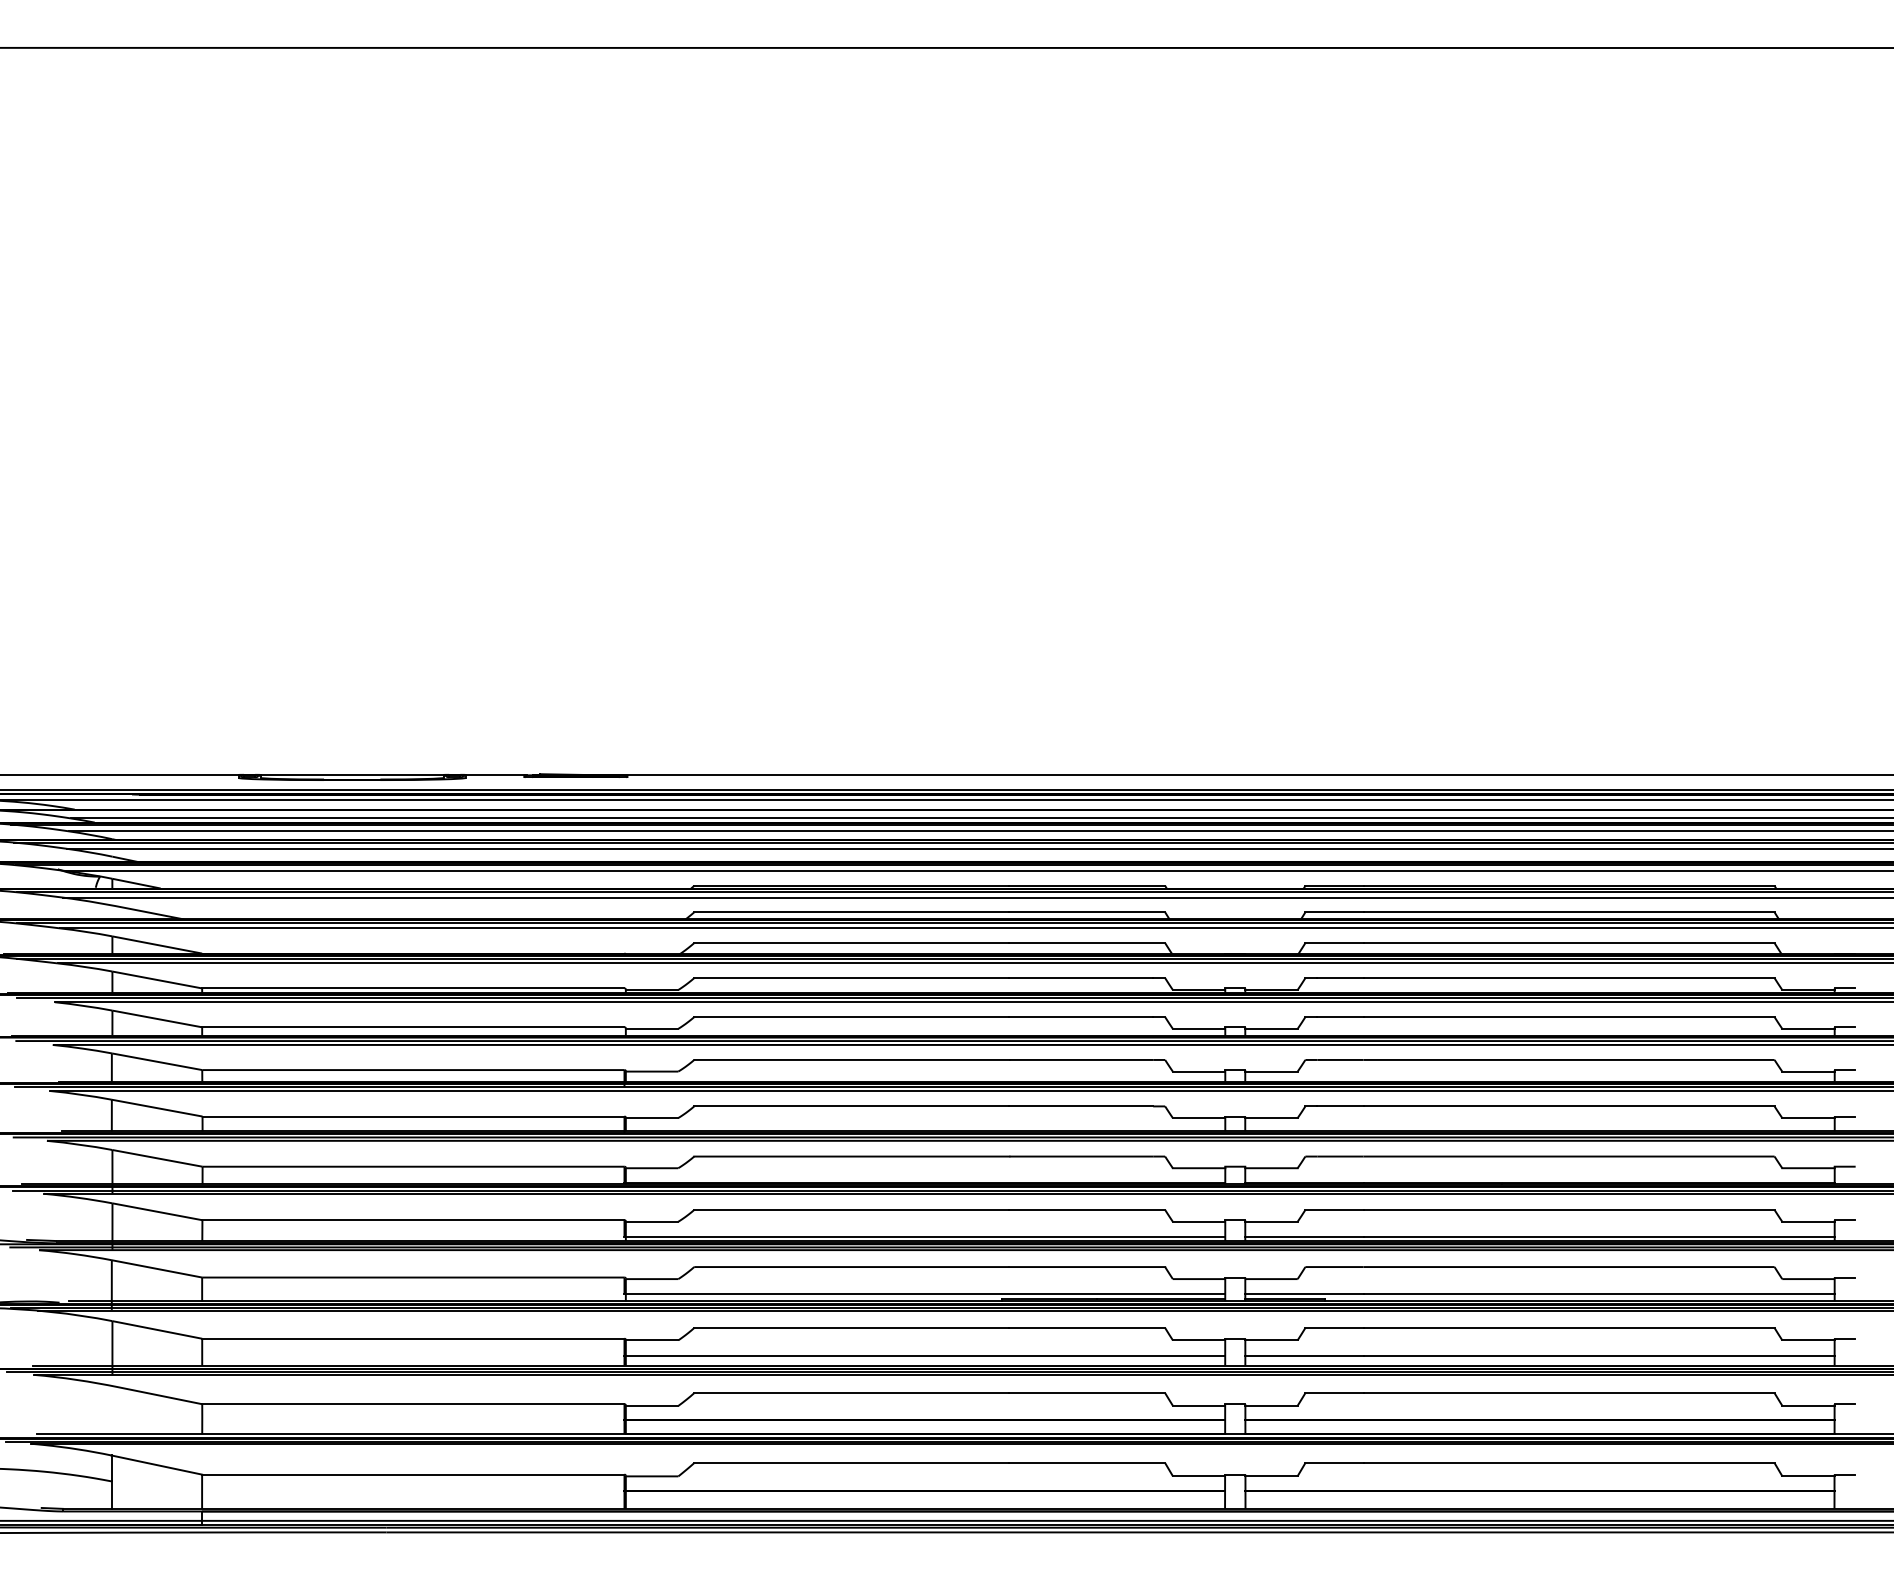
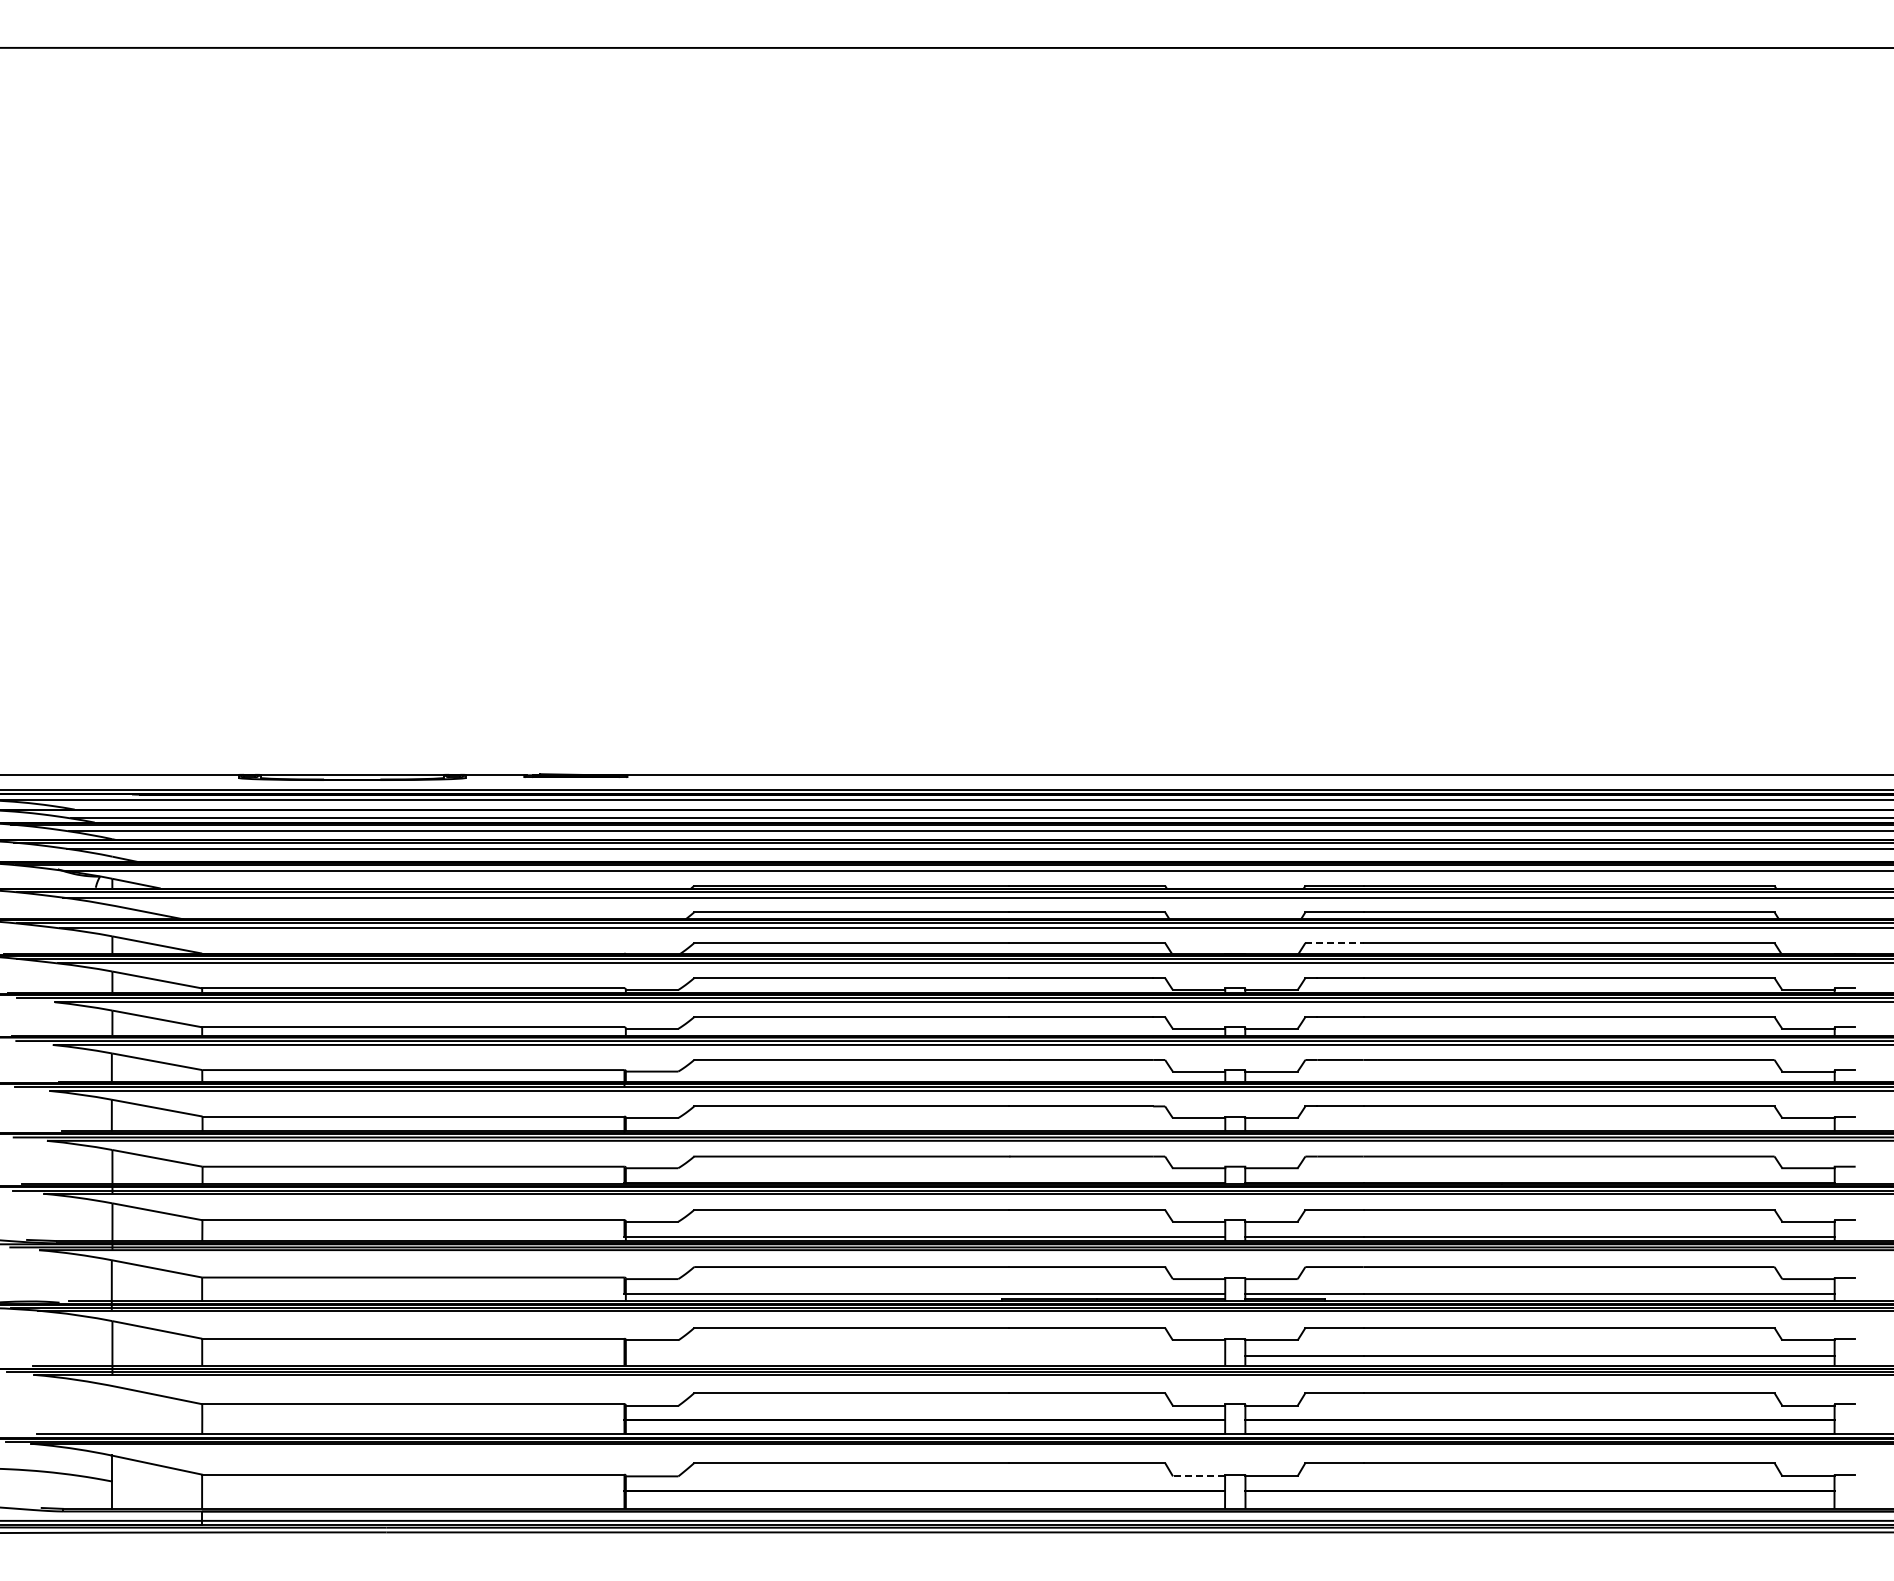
line at (1334, 943): solid -> dashed
line at (924, 1355): present -> none
line at (1198, 1476): solid -> dashed
